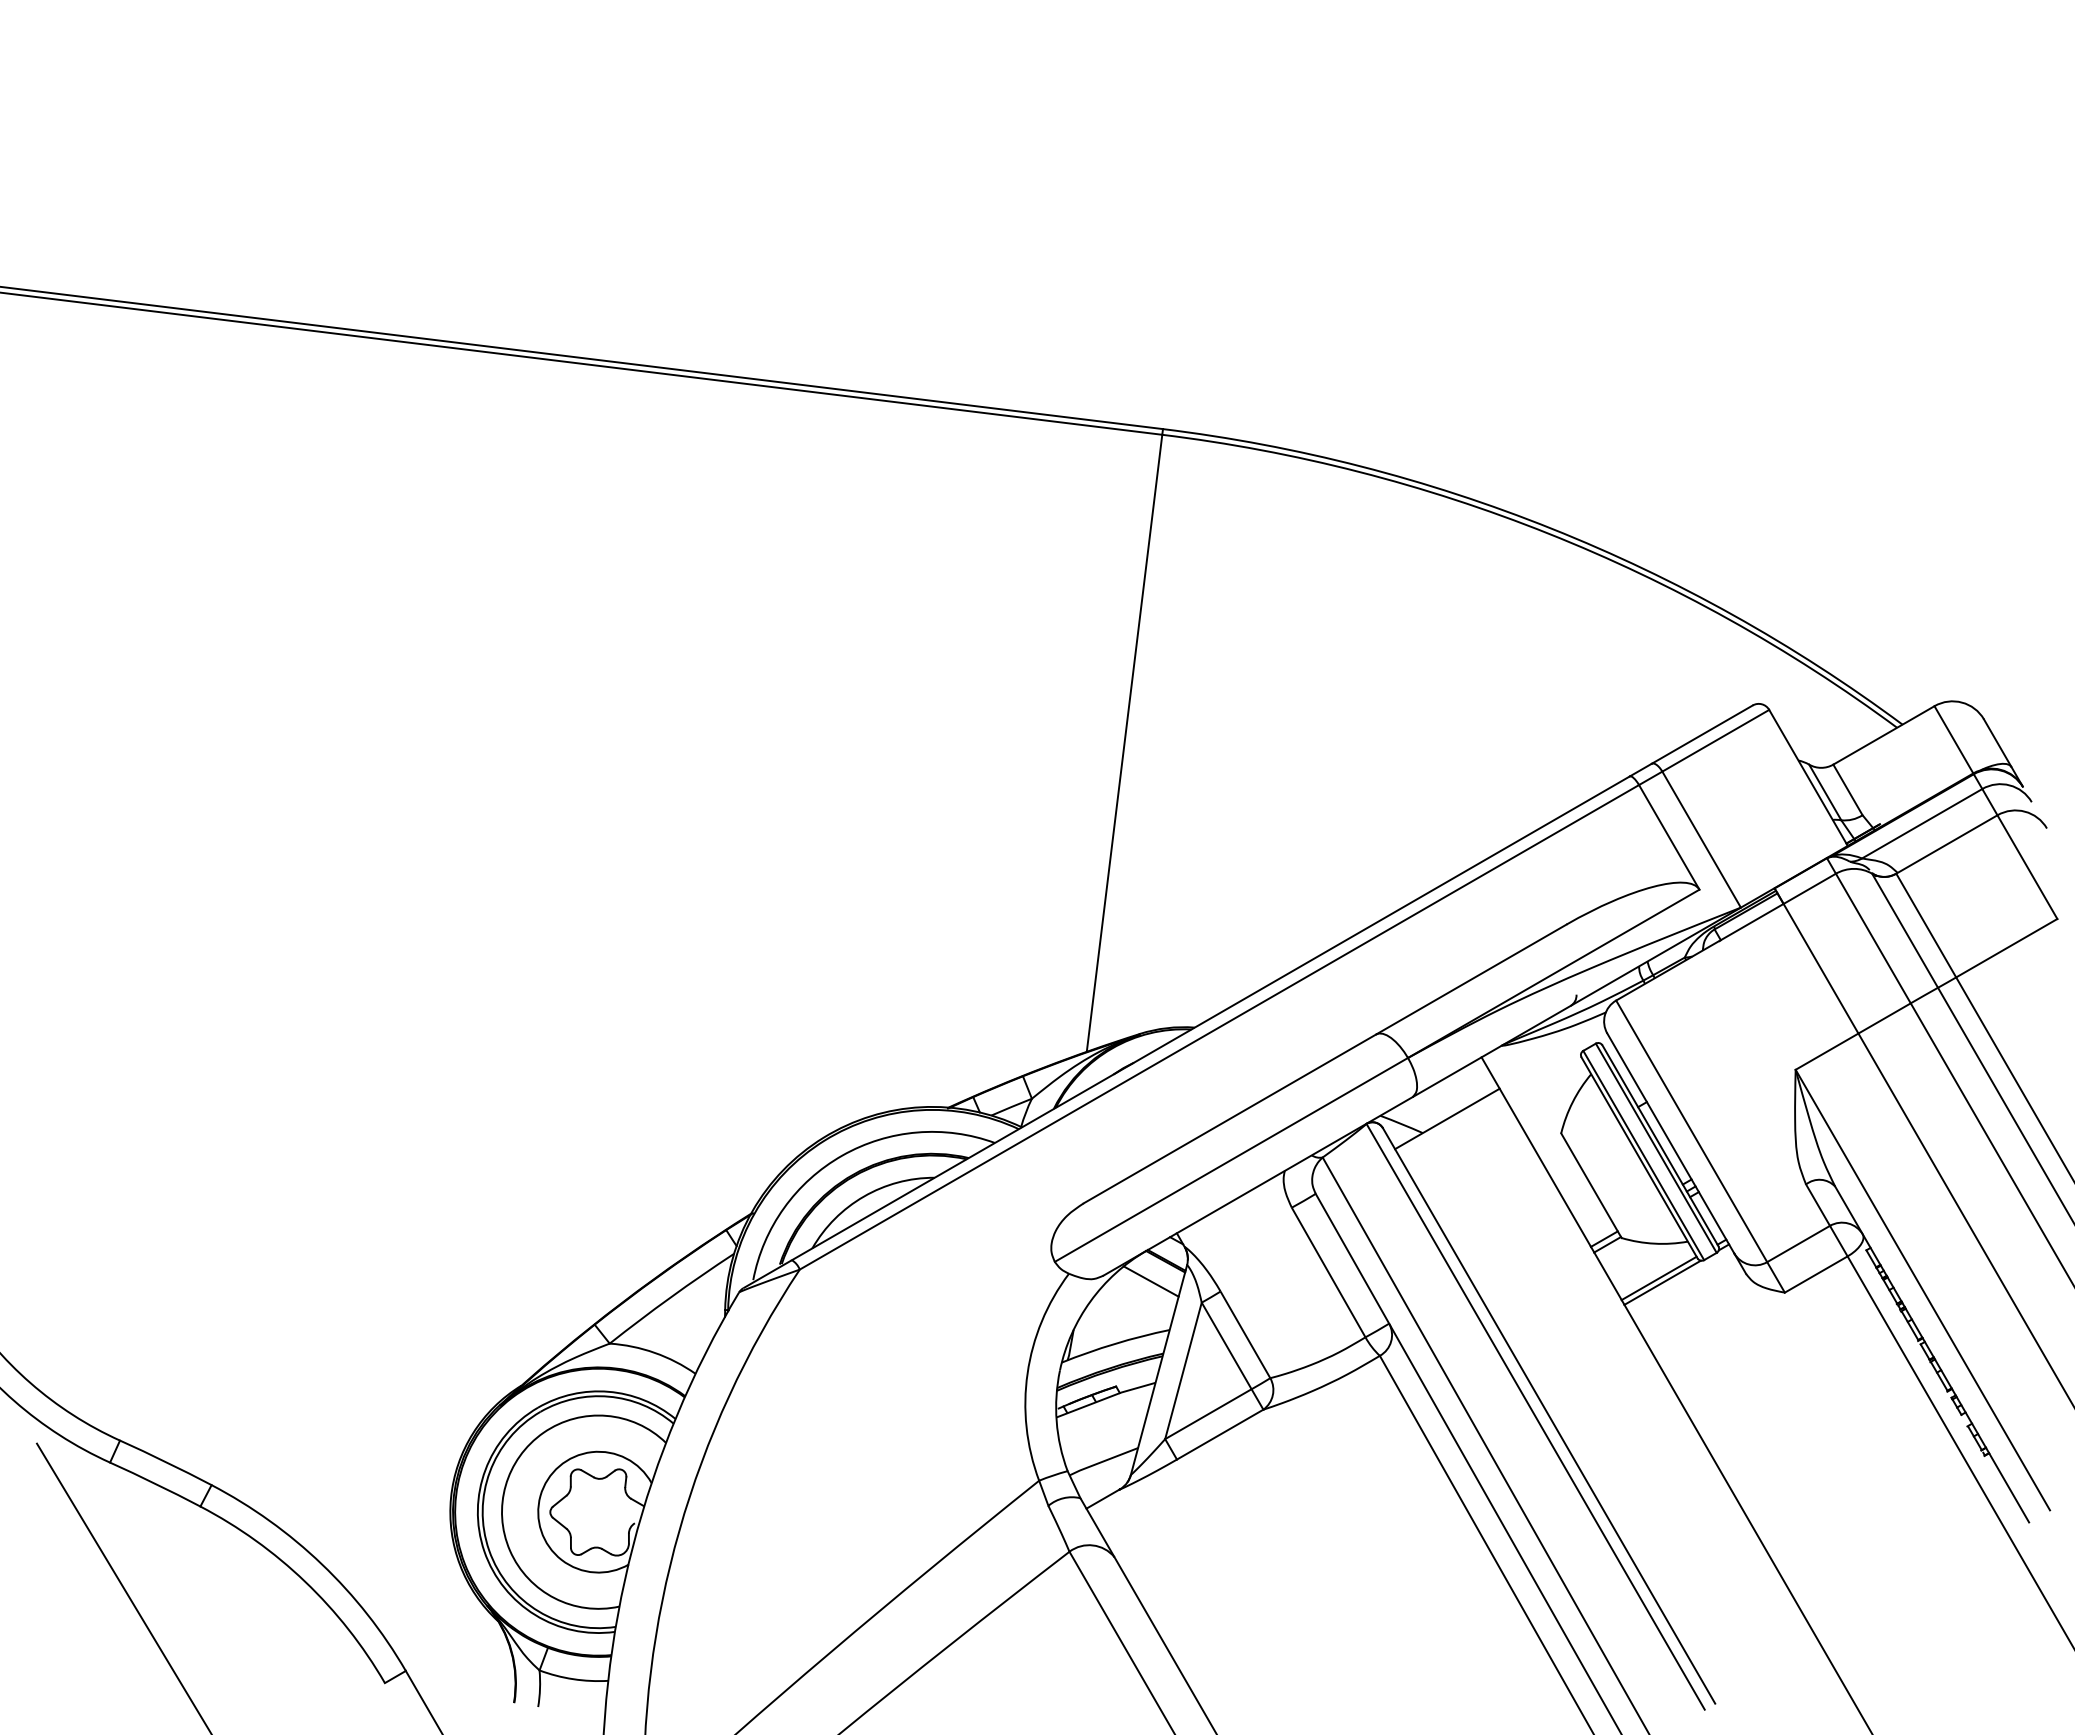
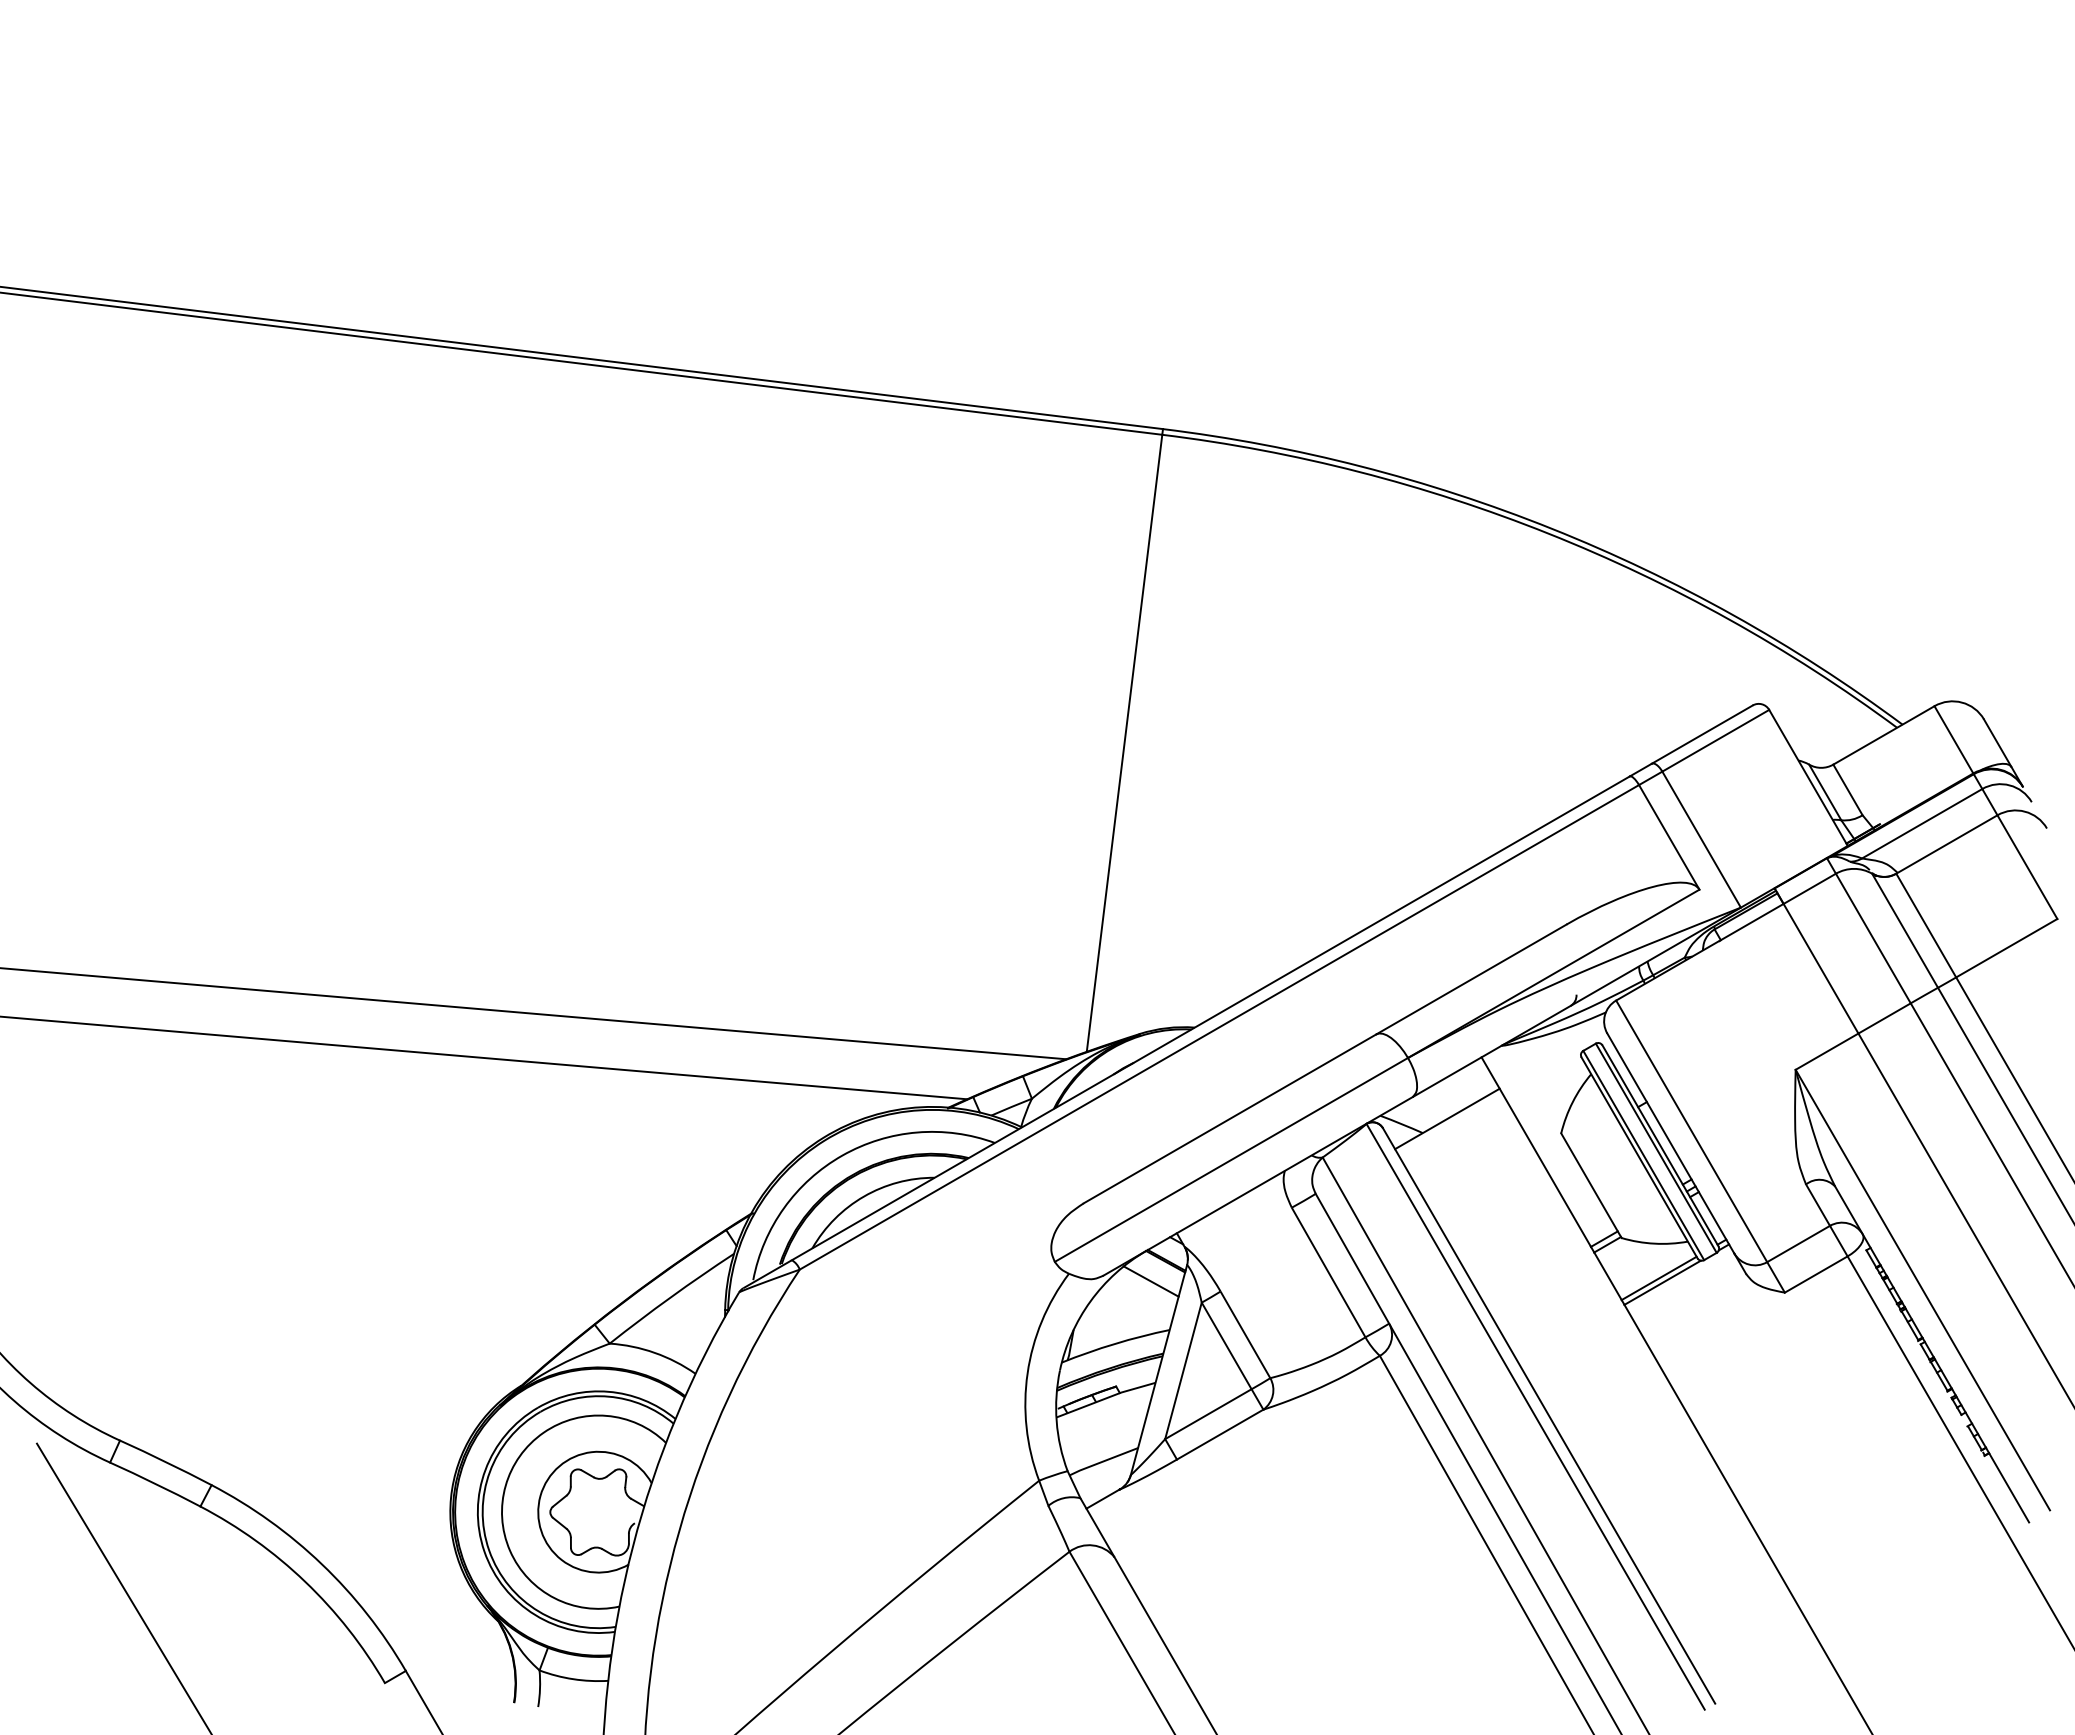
line at (534, 1013): none -> present
line at (484, 1057): none -> present
